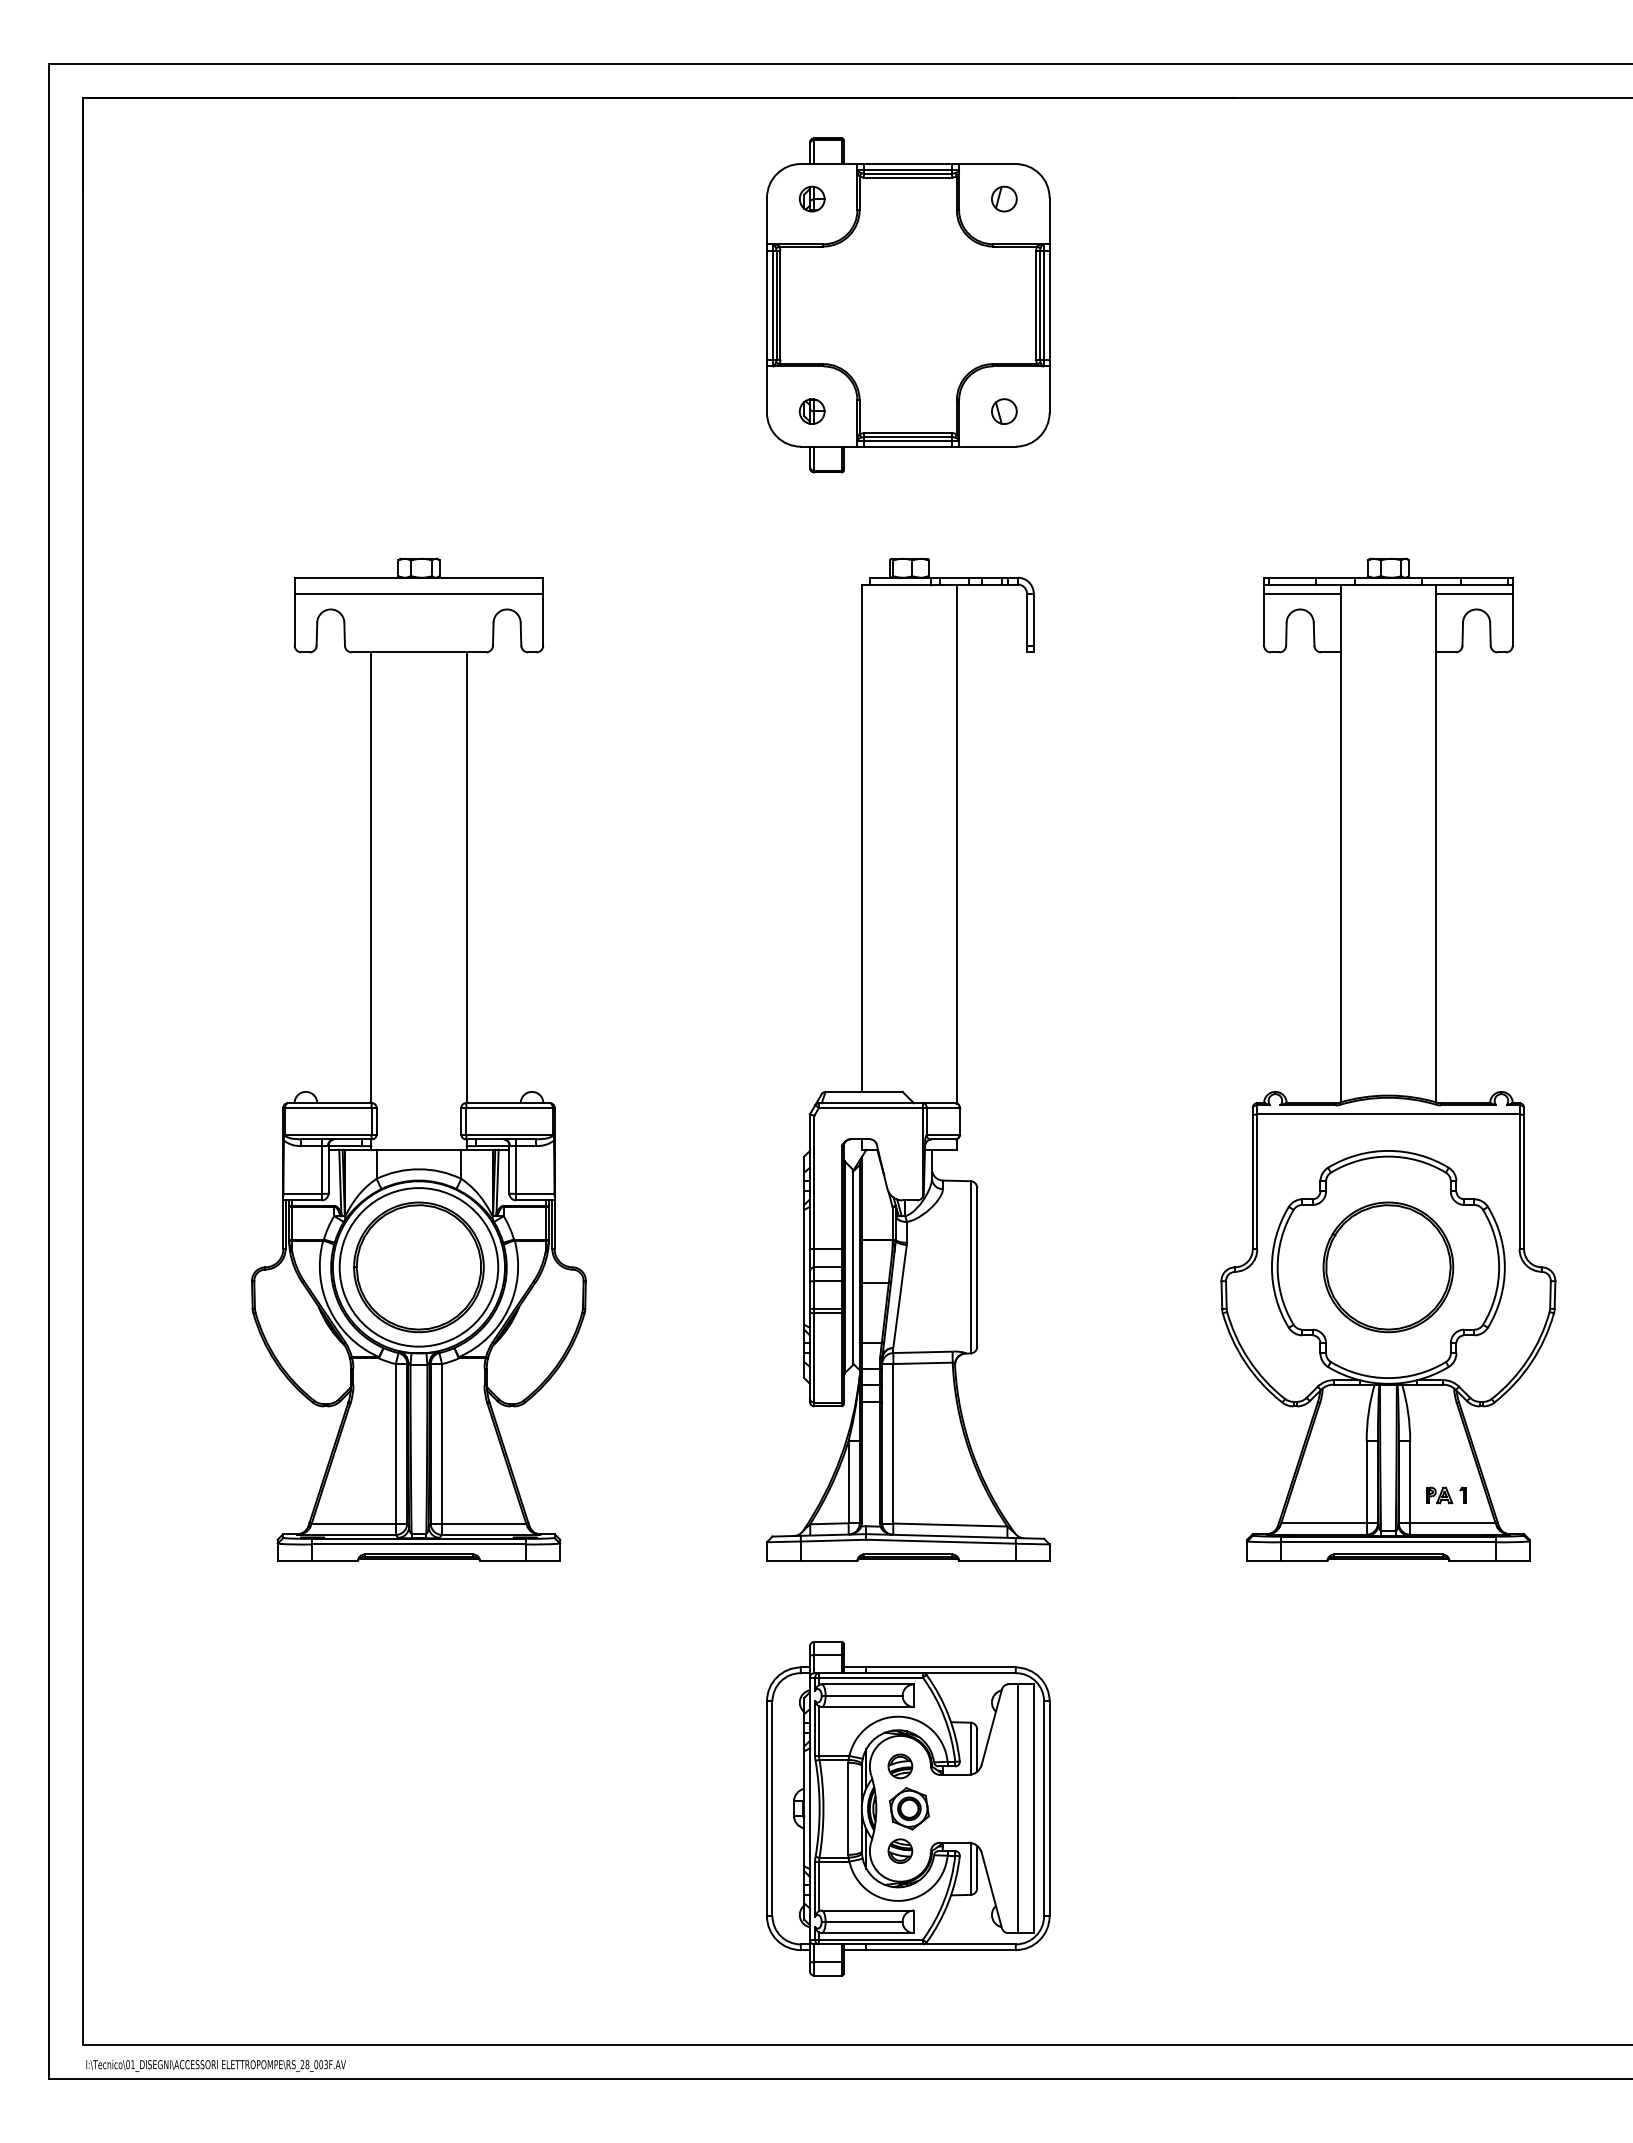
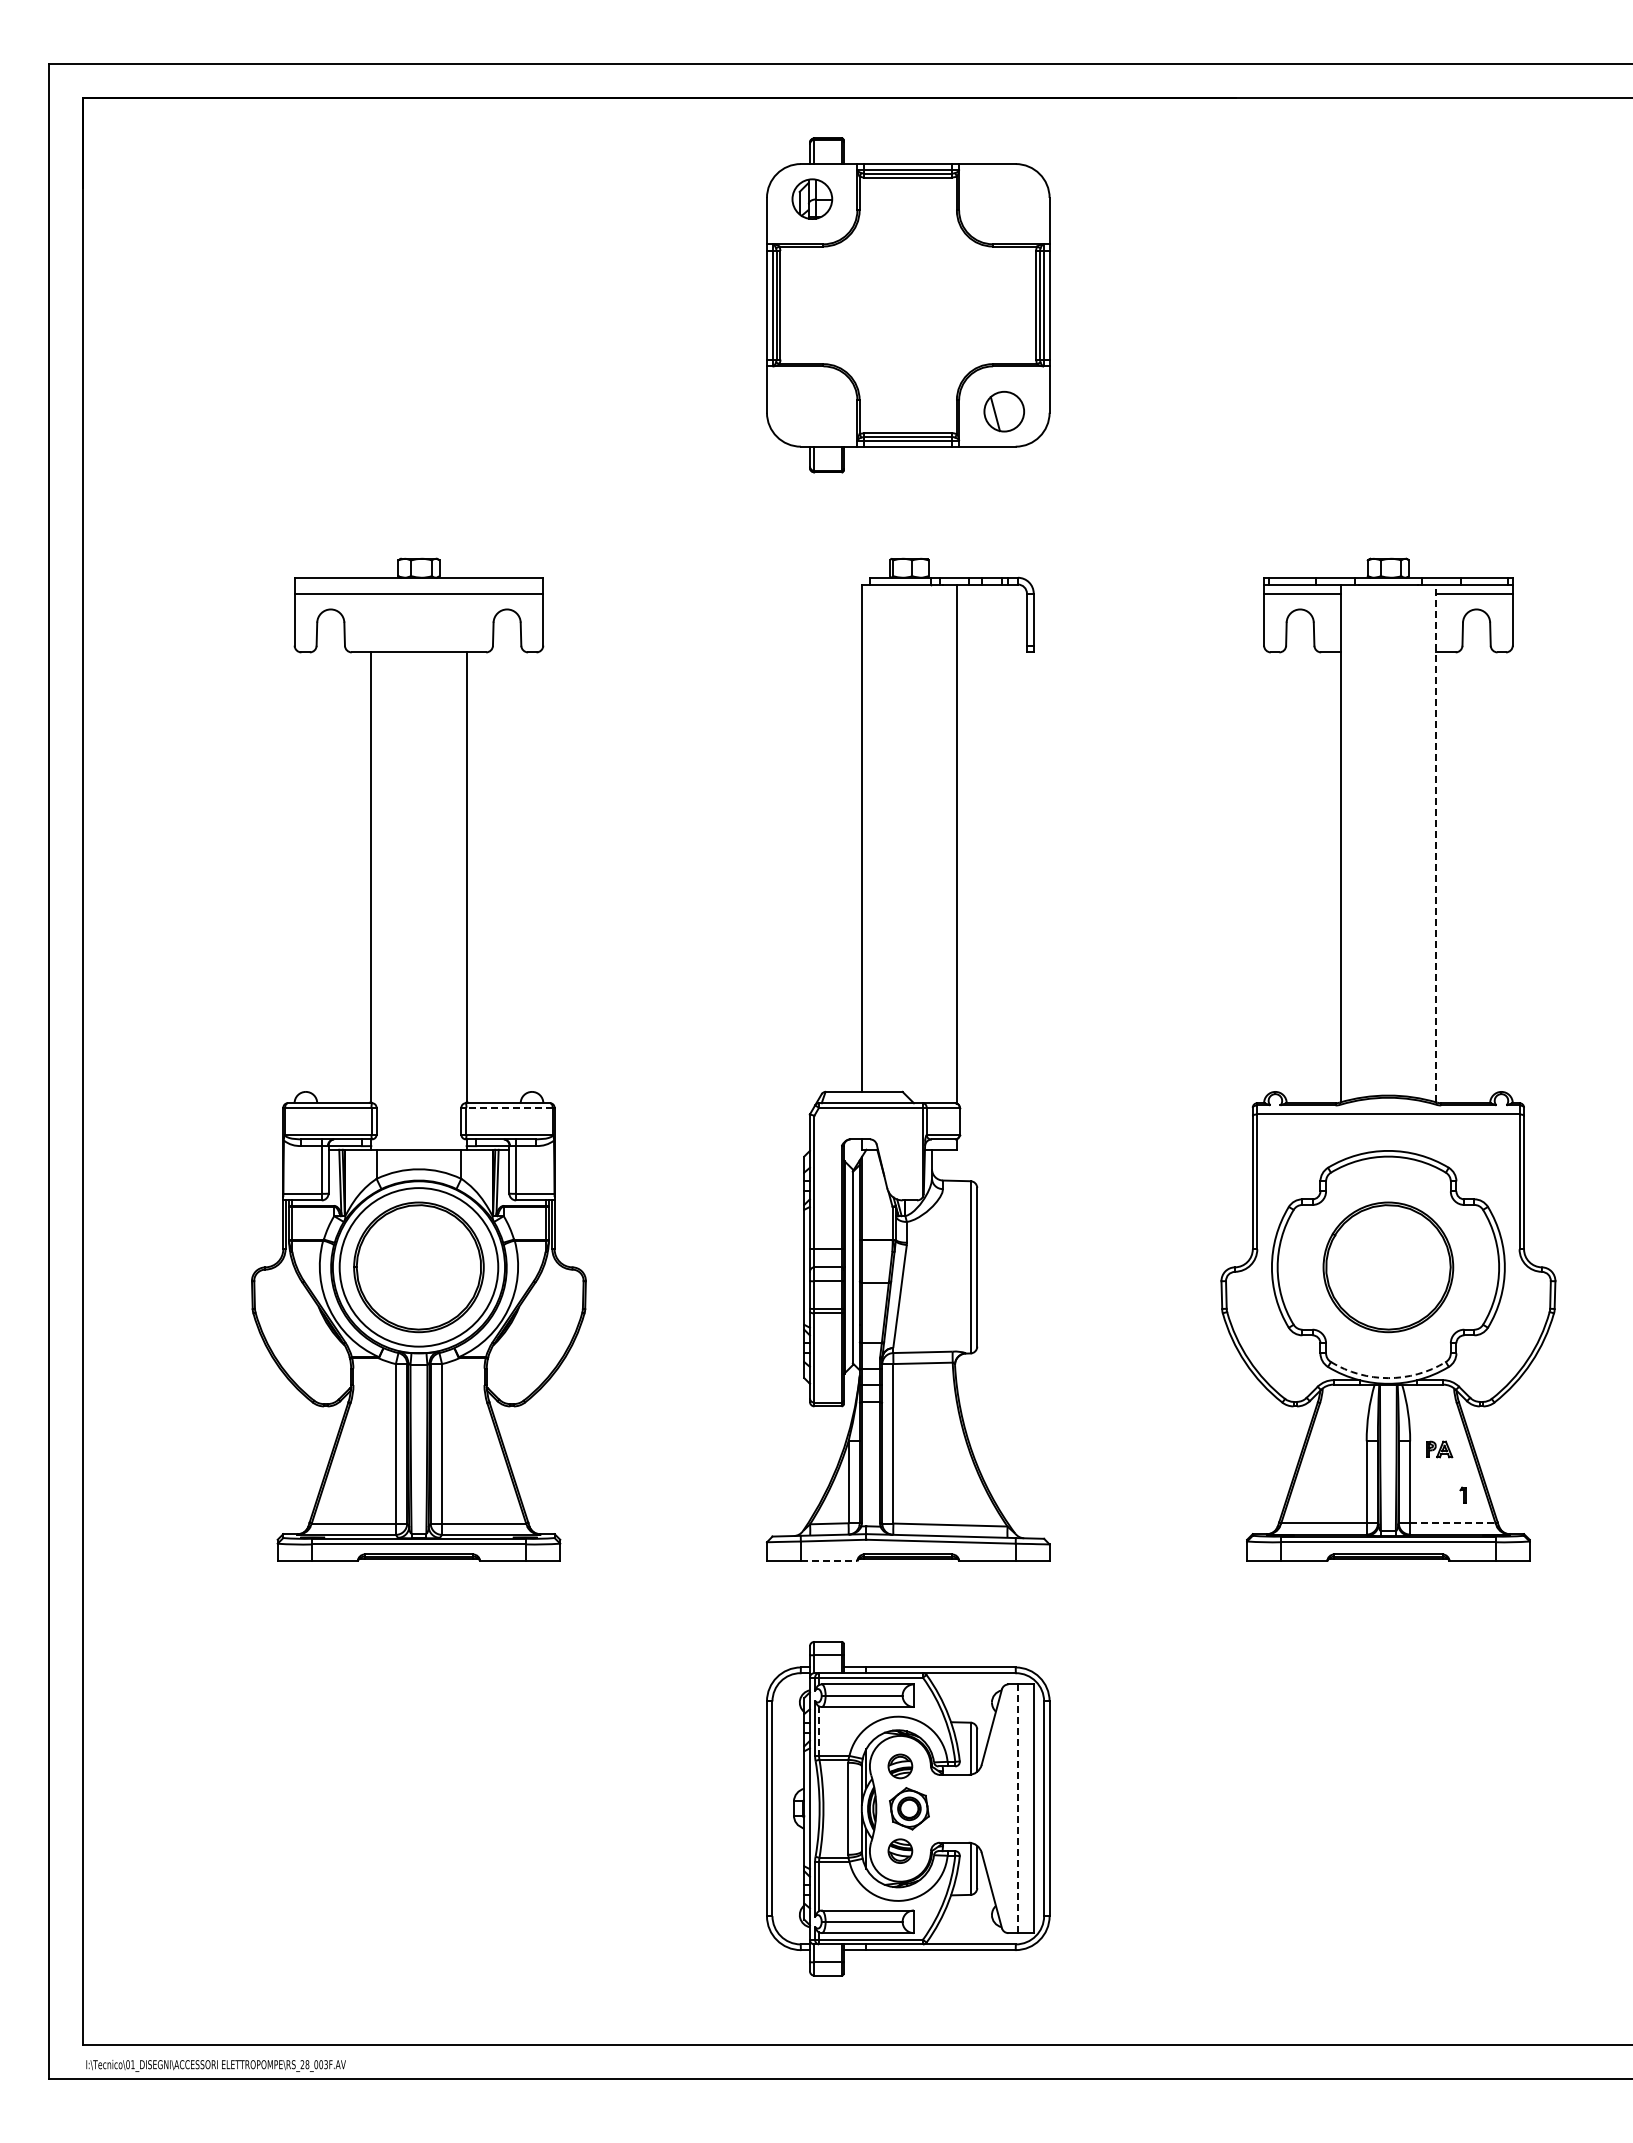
part at (811, 198) size: 28x28 px -> 43x42 px
part at (1004, 198): present -> none
part at (811, 411): present -> none
part at (1004, 411) size: 27x27 px -> 42x42 px
line at (1436, 843): solid -> dashed
line at (509, 1107): solid -> dashed
arc at (1388, 1378): solid -> dashed
part at (1439, 1495) position: (1439, 1495) -> (1439, 1449)
line at (1452, 1523): solid -> dashed
line at (829, 1561): solid -> dashed
line at (819, 1731): solid -> dashed
line at (1017, 1809): solid -> dashed
